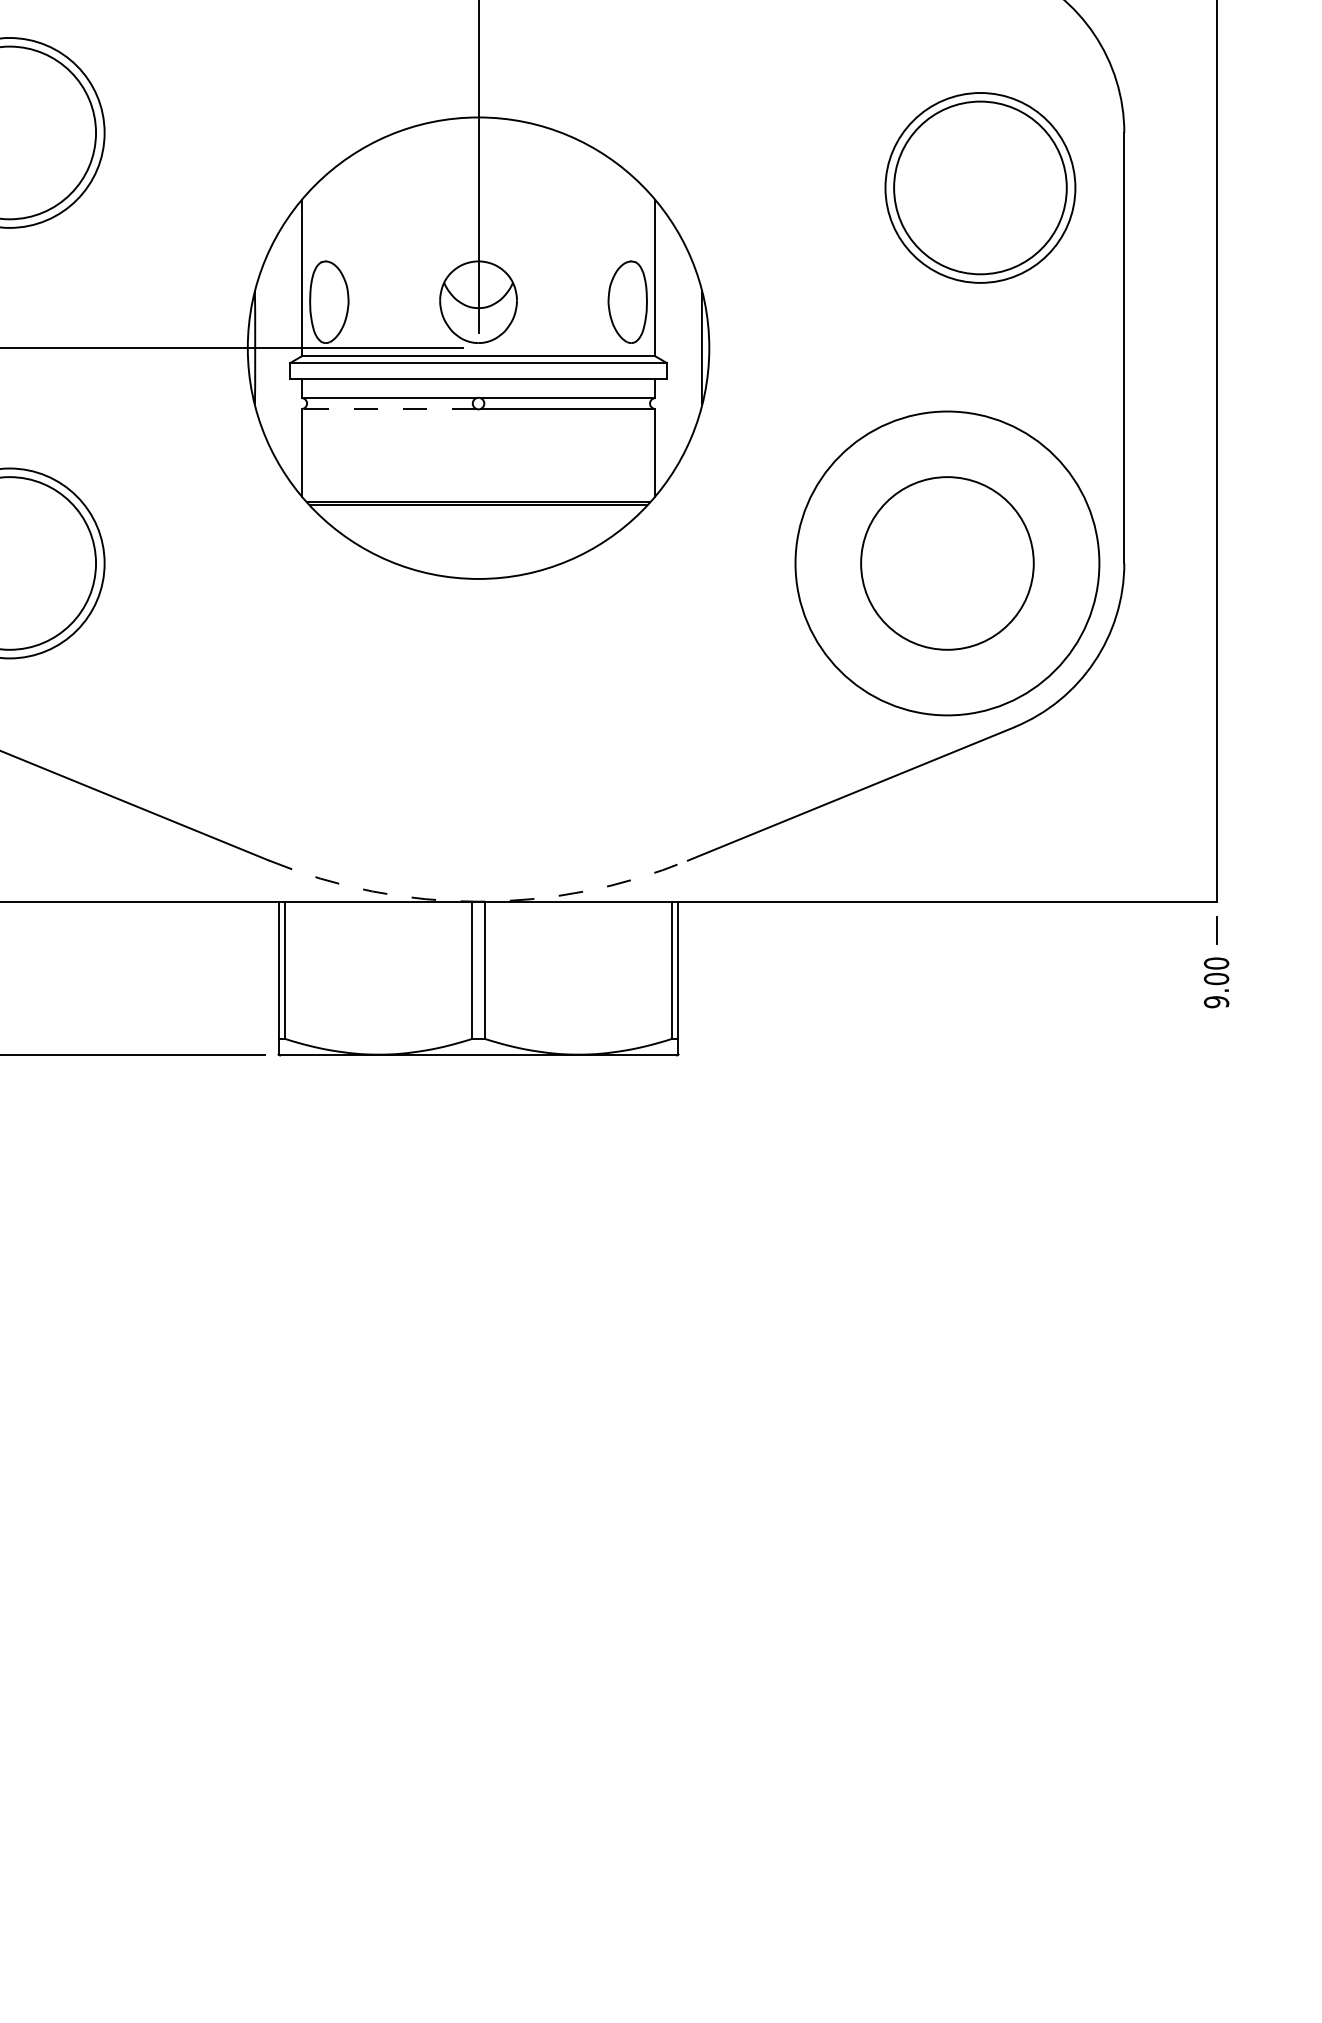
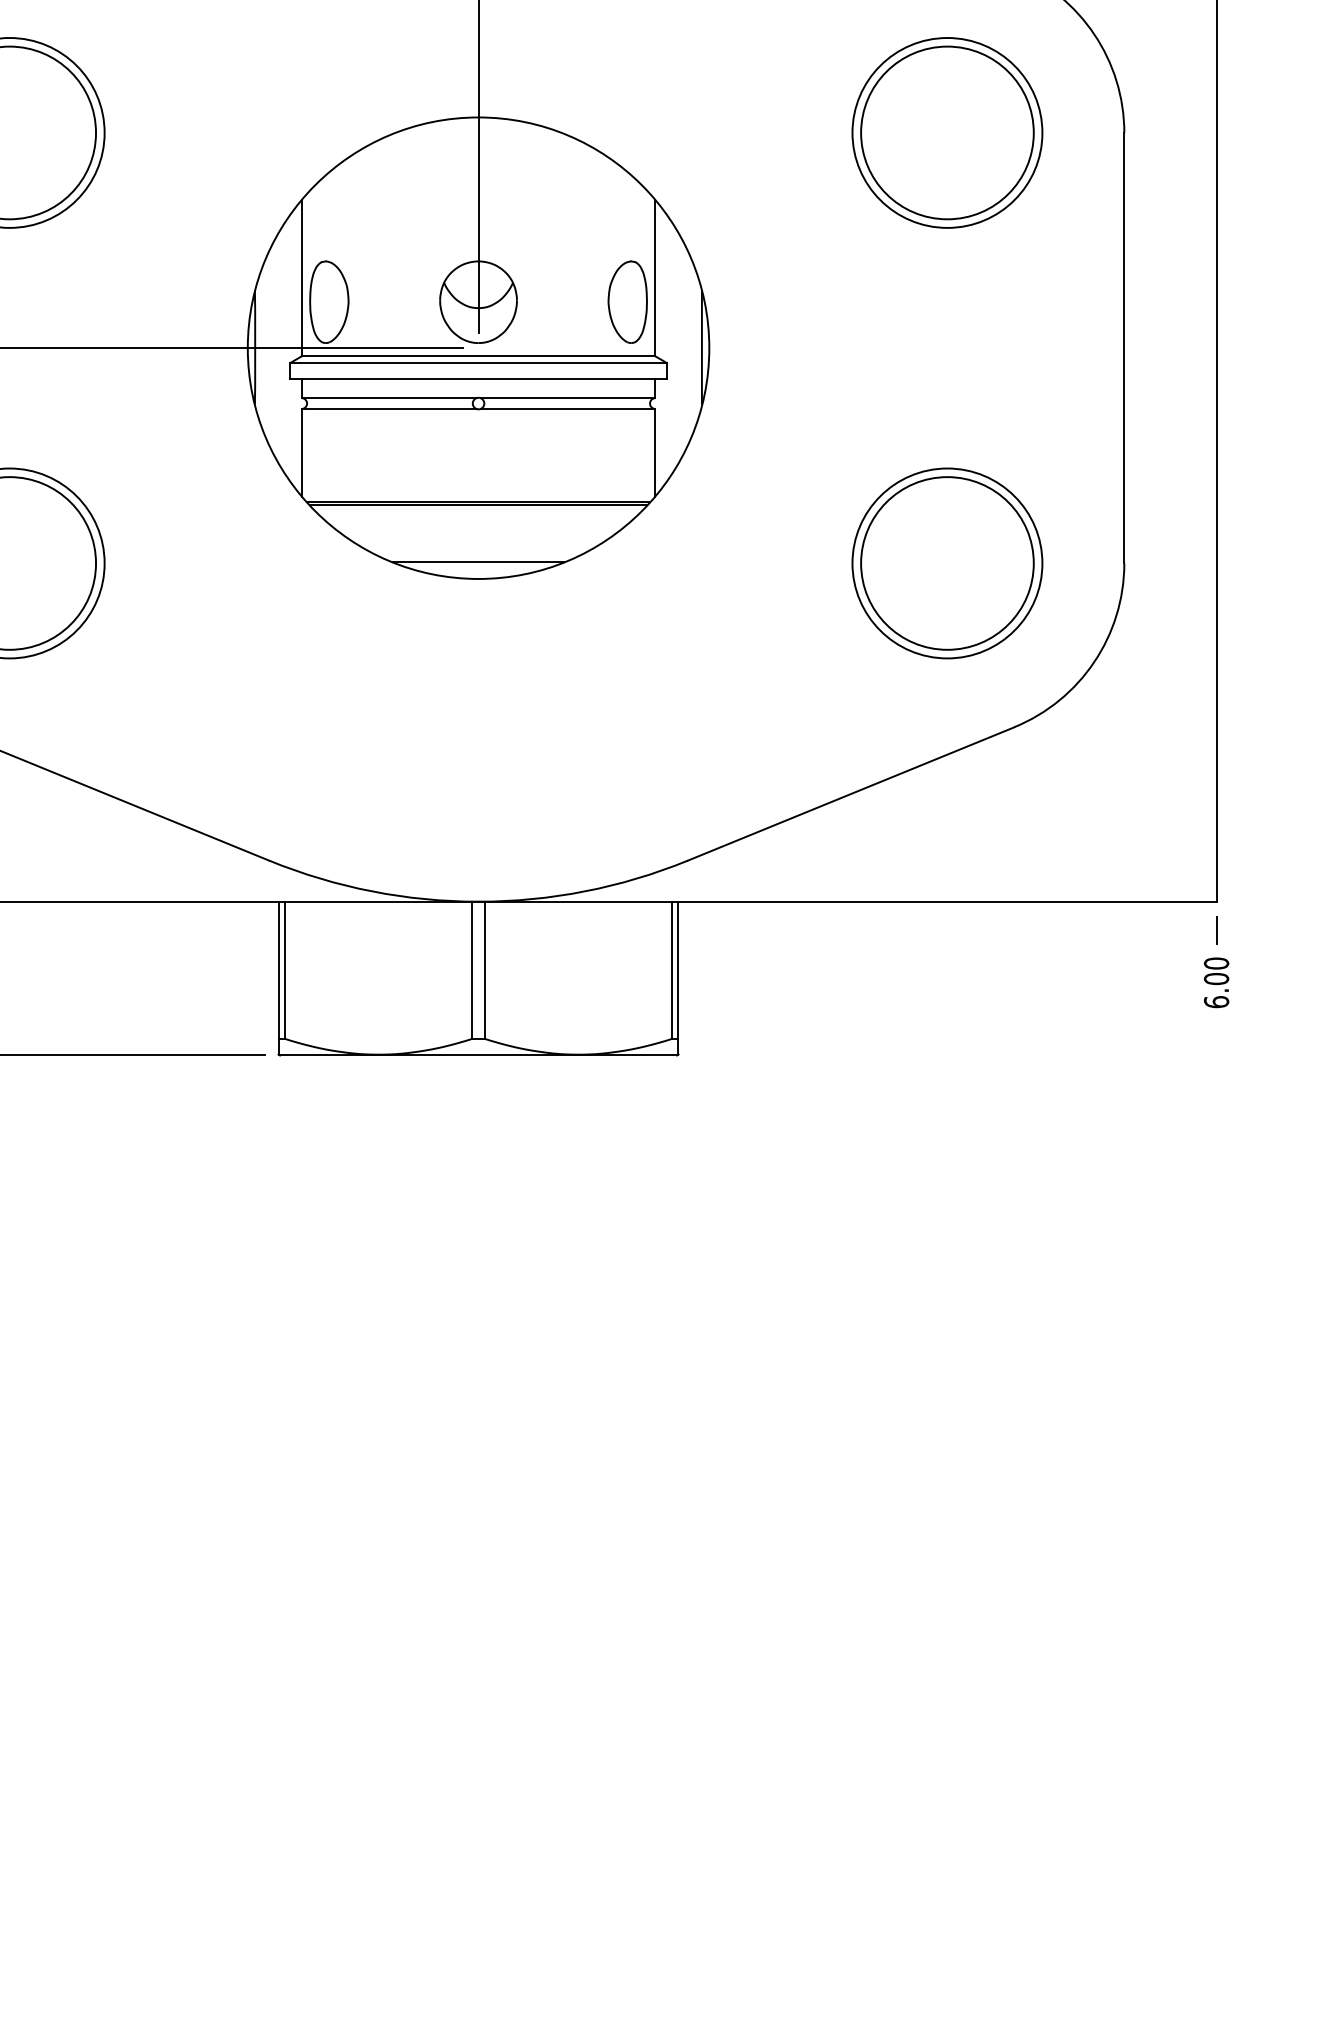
part at (980, 187) position: (980, 187) -> (947, 132)
line at (388, 408): dashed -> solid
line at (478, 562): none -> present
circle at (947, 563) diameter: 304 px -> 190 px
arc at (478, 901): dashed -> solid
text at (1216, 1002): 9.00 -> 6.00
